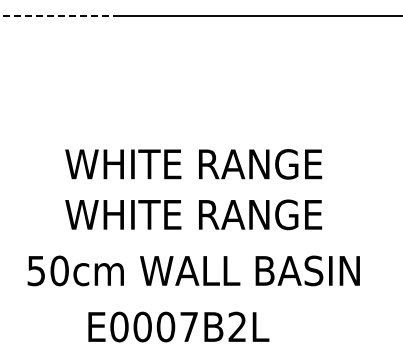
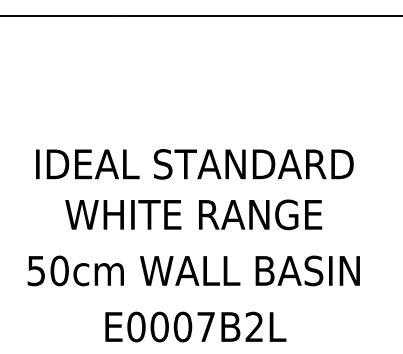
line at (59, 15): dashed -> solid
text at (194, 164): WHITE RANGE -> IDEAL STANDARD
text at (178, 326) position: (178, 326) -> (195, 326)
